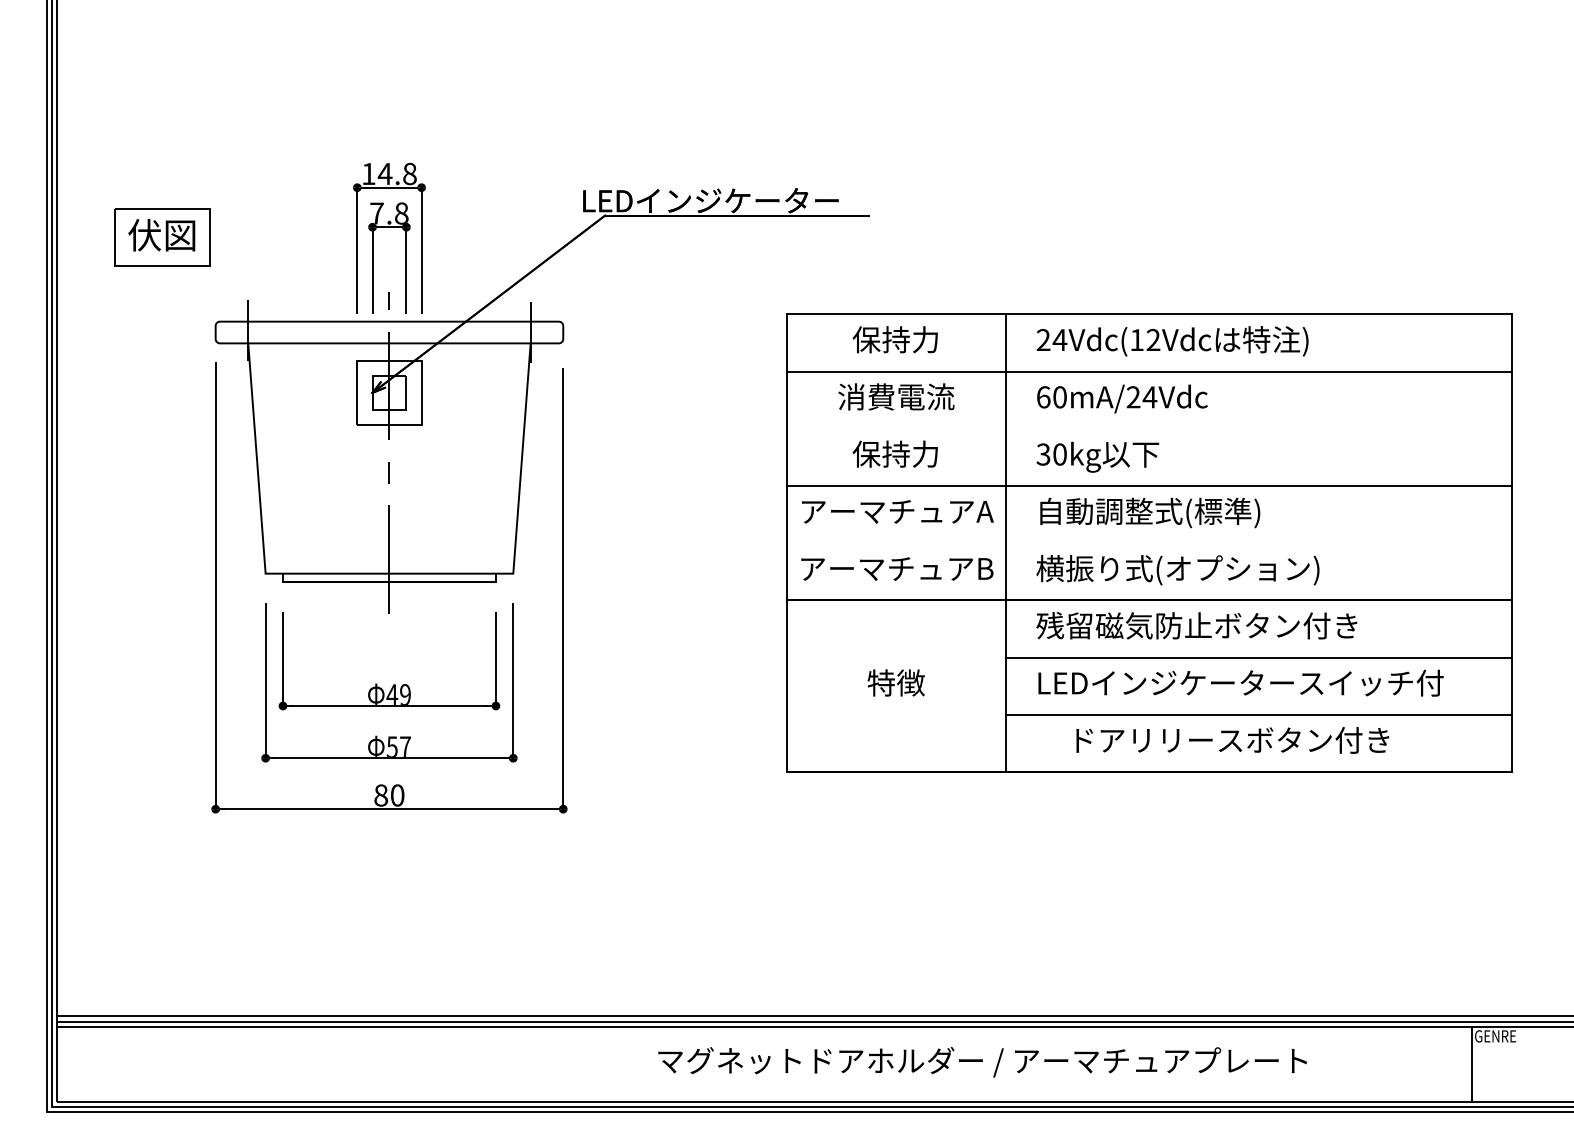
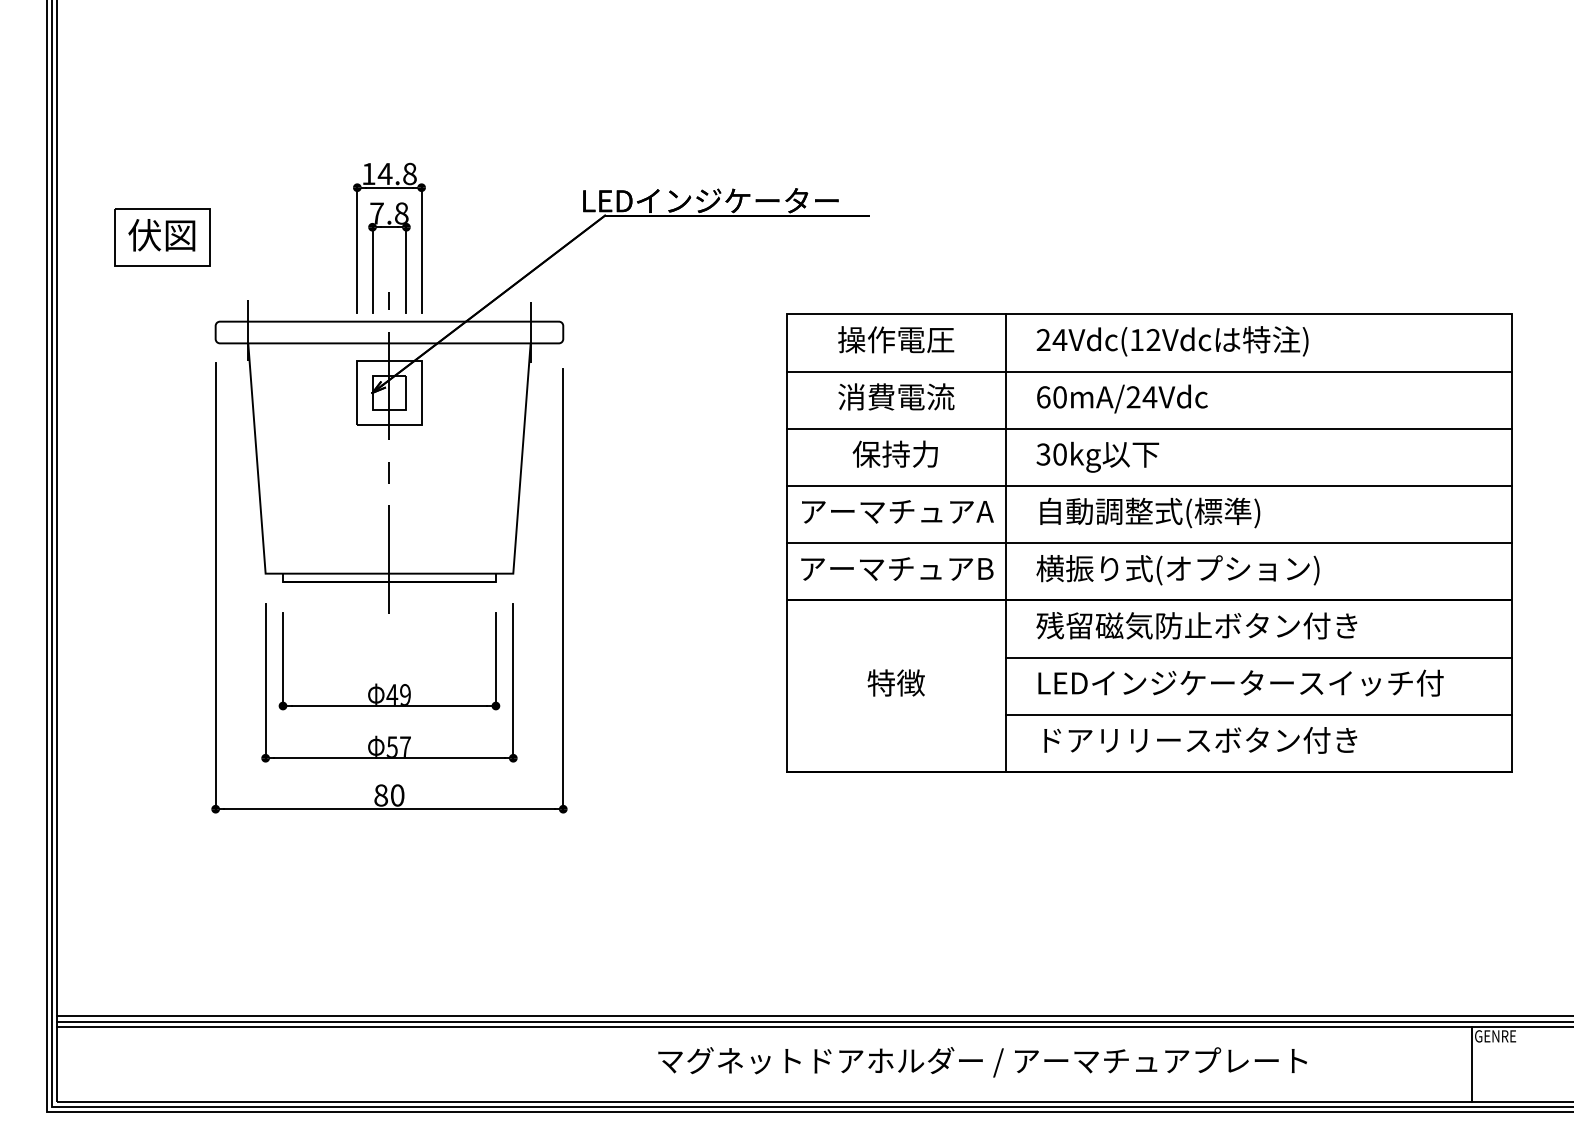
text at (896, 339): 保持力 -> 操作電圧
line at (1148, 428): none -> present
line at (1148, 543): none -> present
text at (1232, 740) position: (1232, 740) -> (1200, 740)
